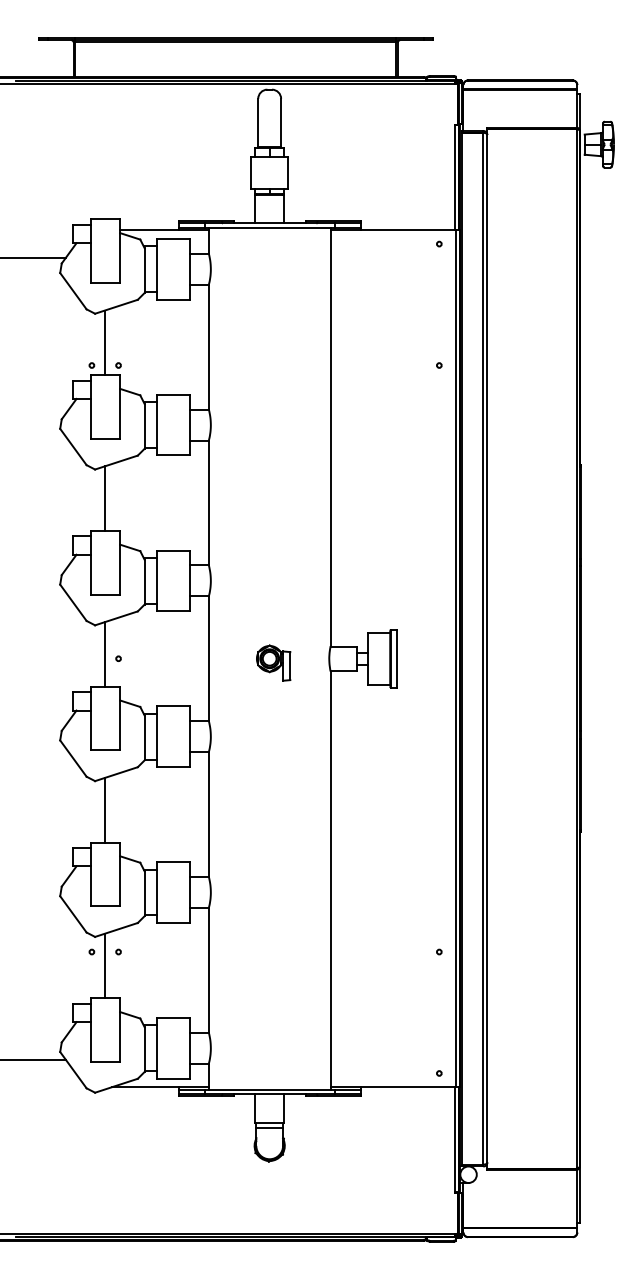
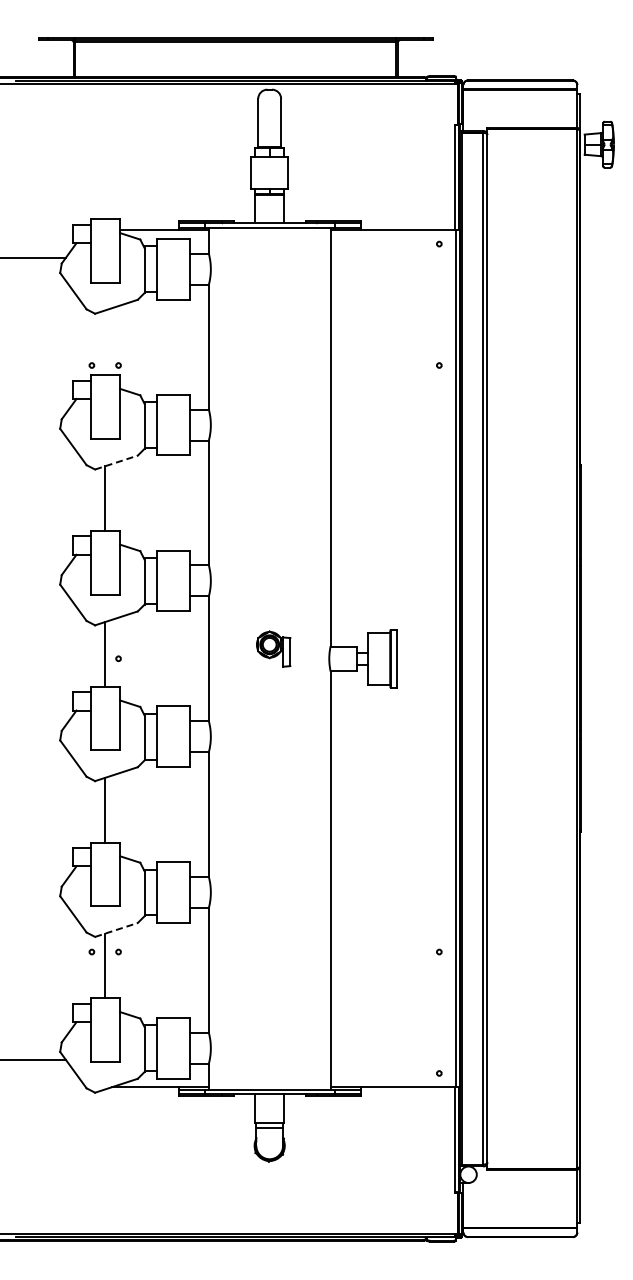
line at (104, 342): present -> none
line at (116, 462): solid -> dashed
part at (273, 662) position: (273, 662) -> (273, 648)
line at (116, 929): solid -> dashed
